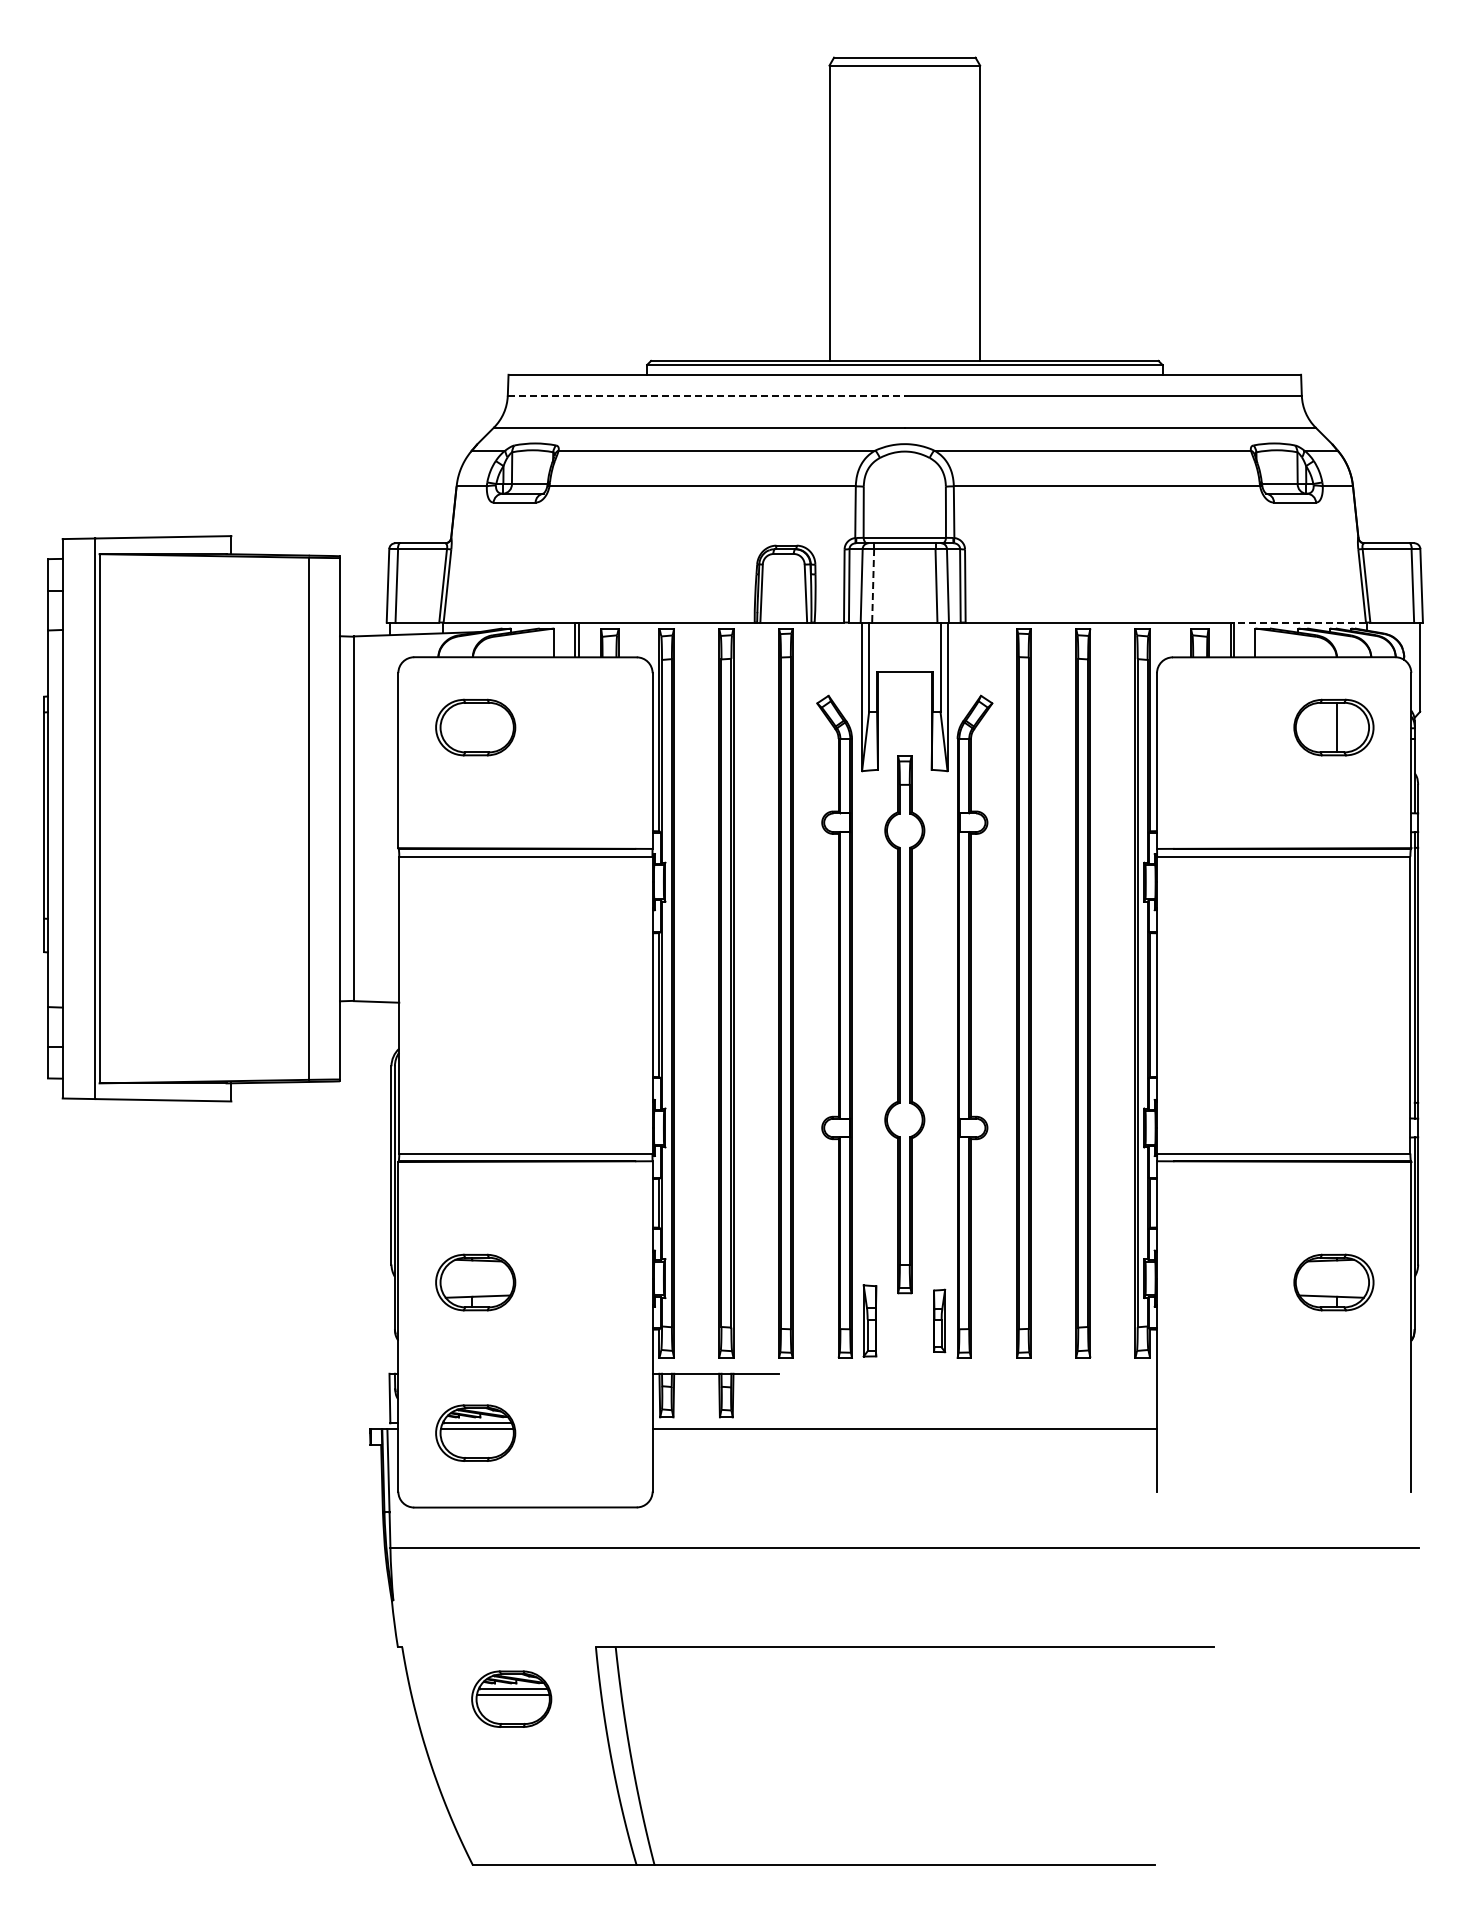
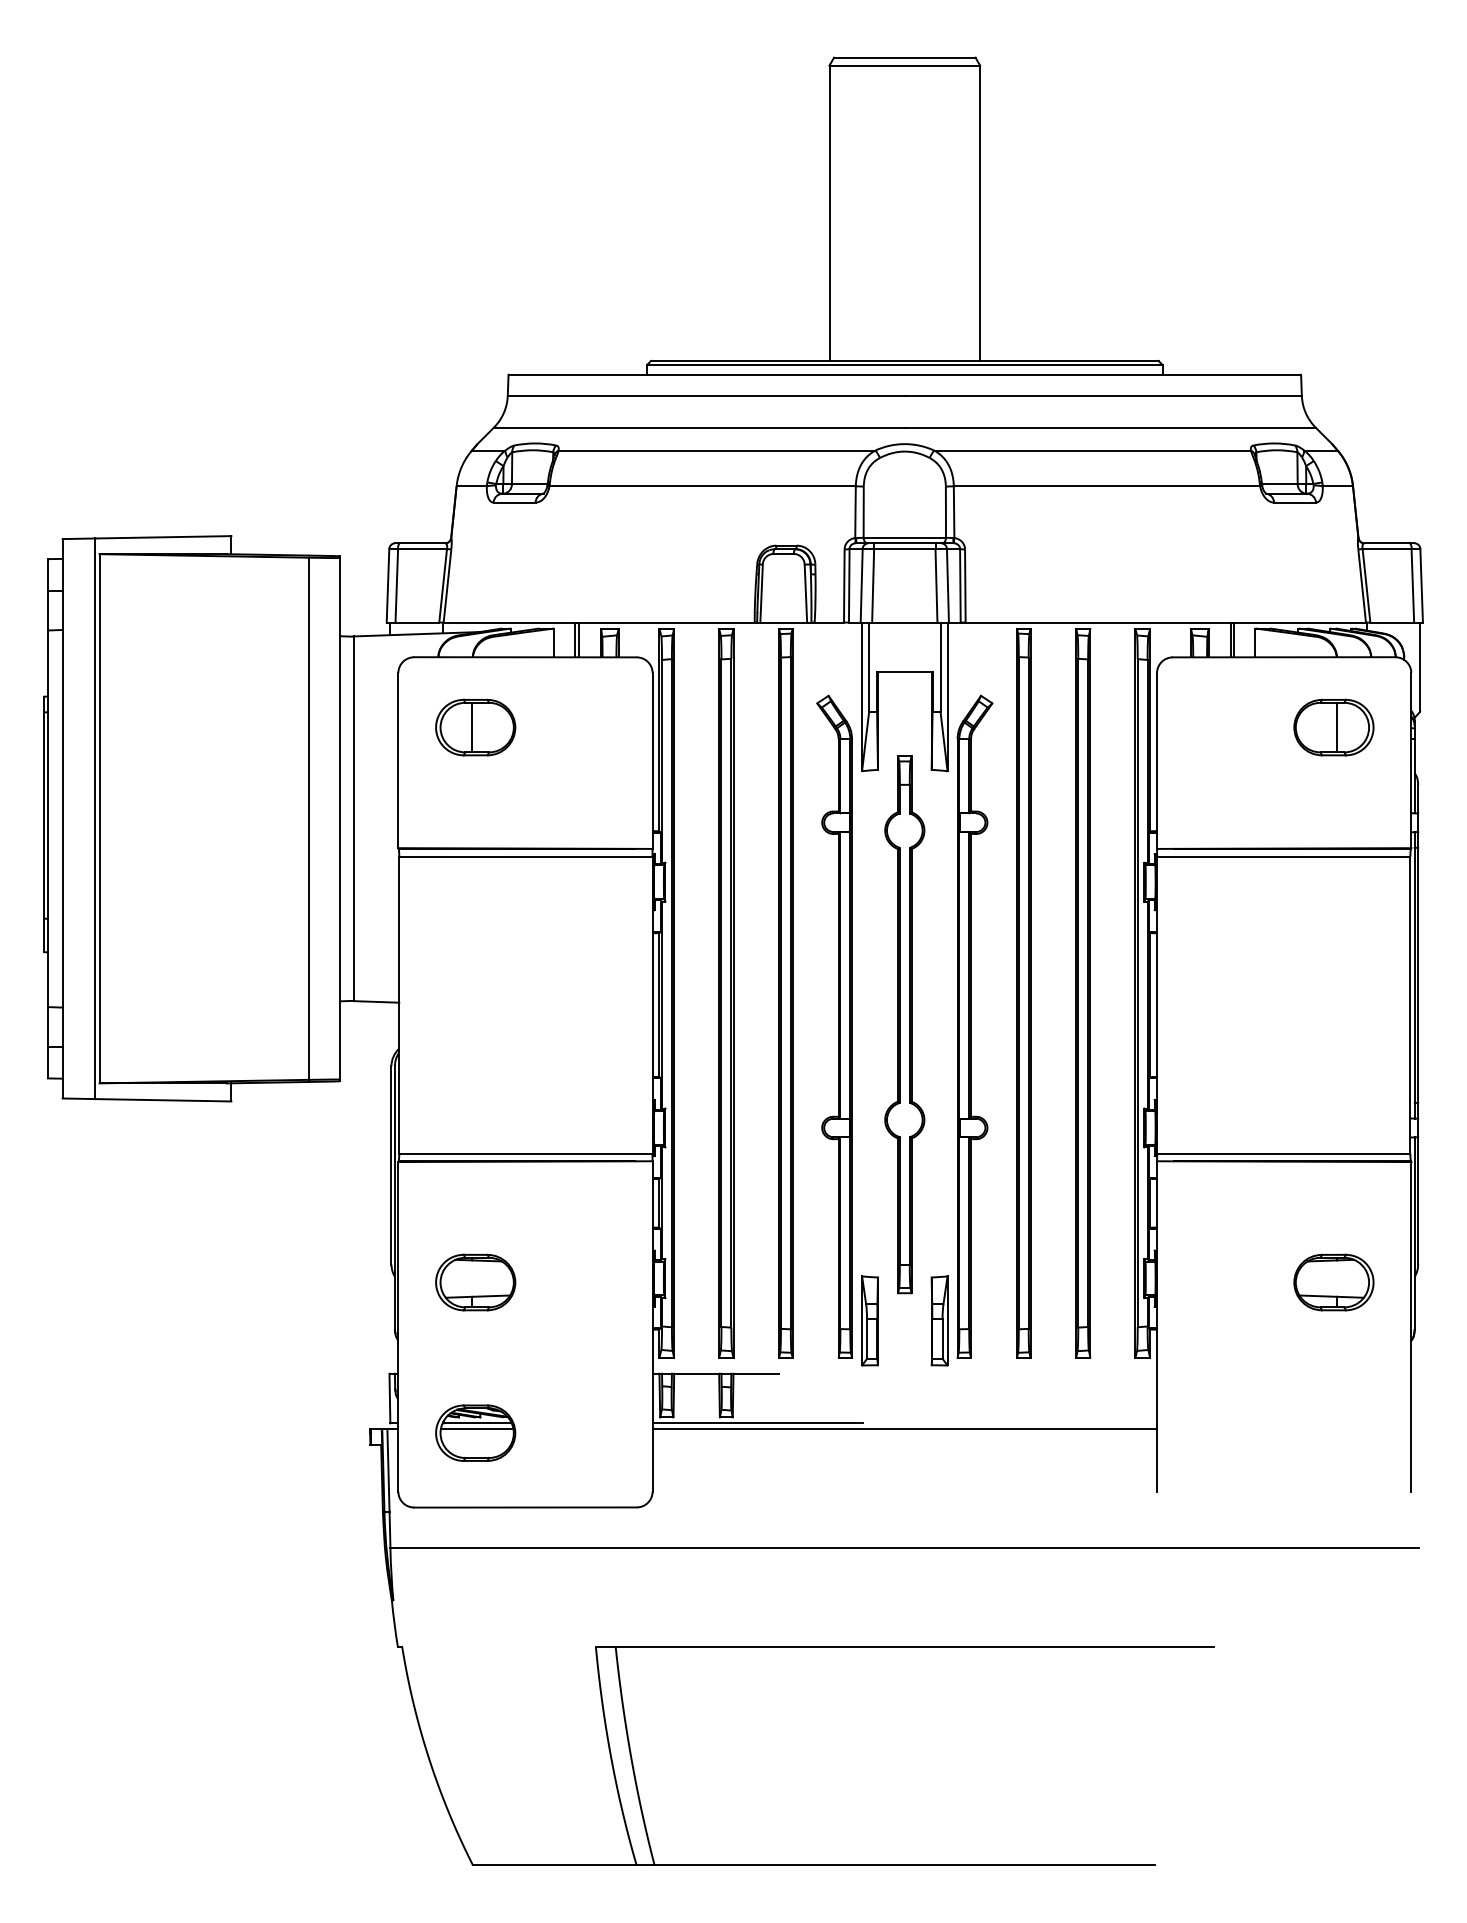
line at (706, 395): dashed -> solid
line at (873, 585): dashed -> solid
line at (1300, 622): dashed -> solid
line at (472, 727): none -> present
part at (869, 1320) size: 16x74 px -> 18x92 px
part at (939, 1320) size: 14x66 px -> 19x92 px
line at (757, 1423): none -> present
part at (511, 1698): present -> none
